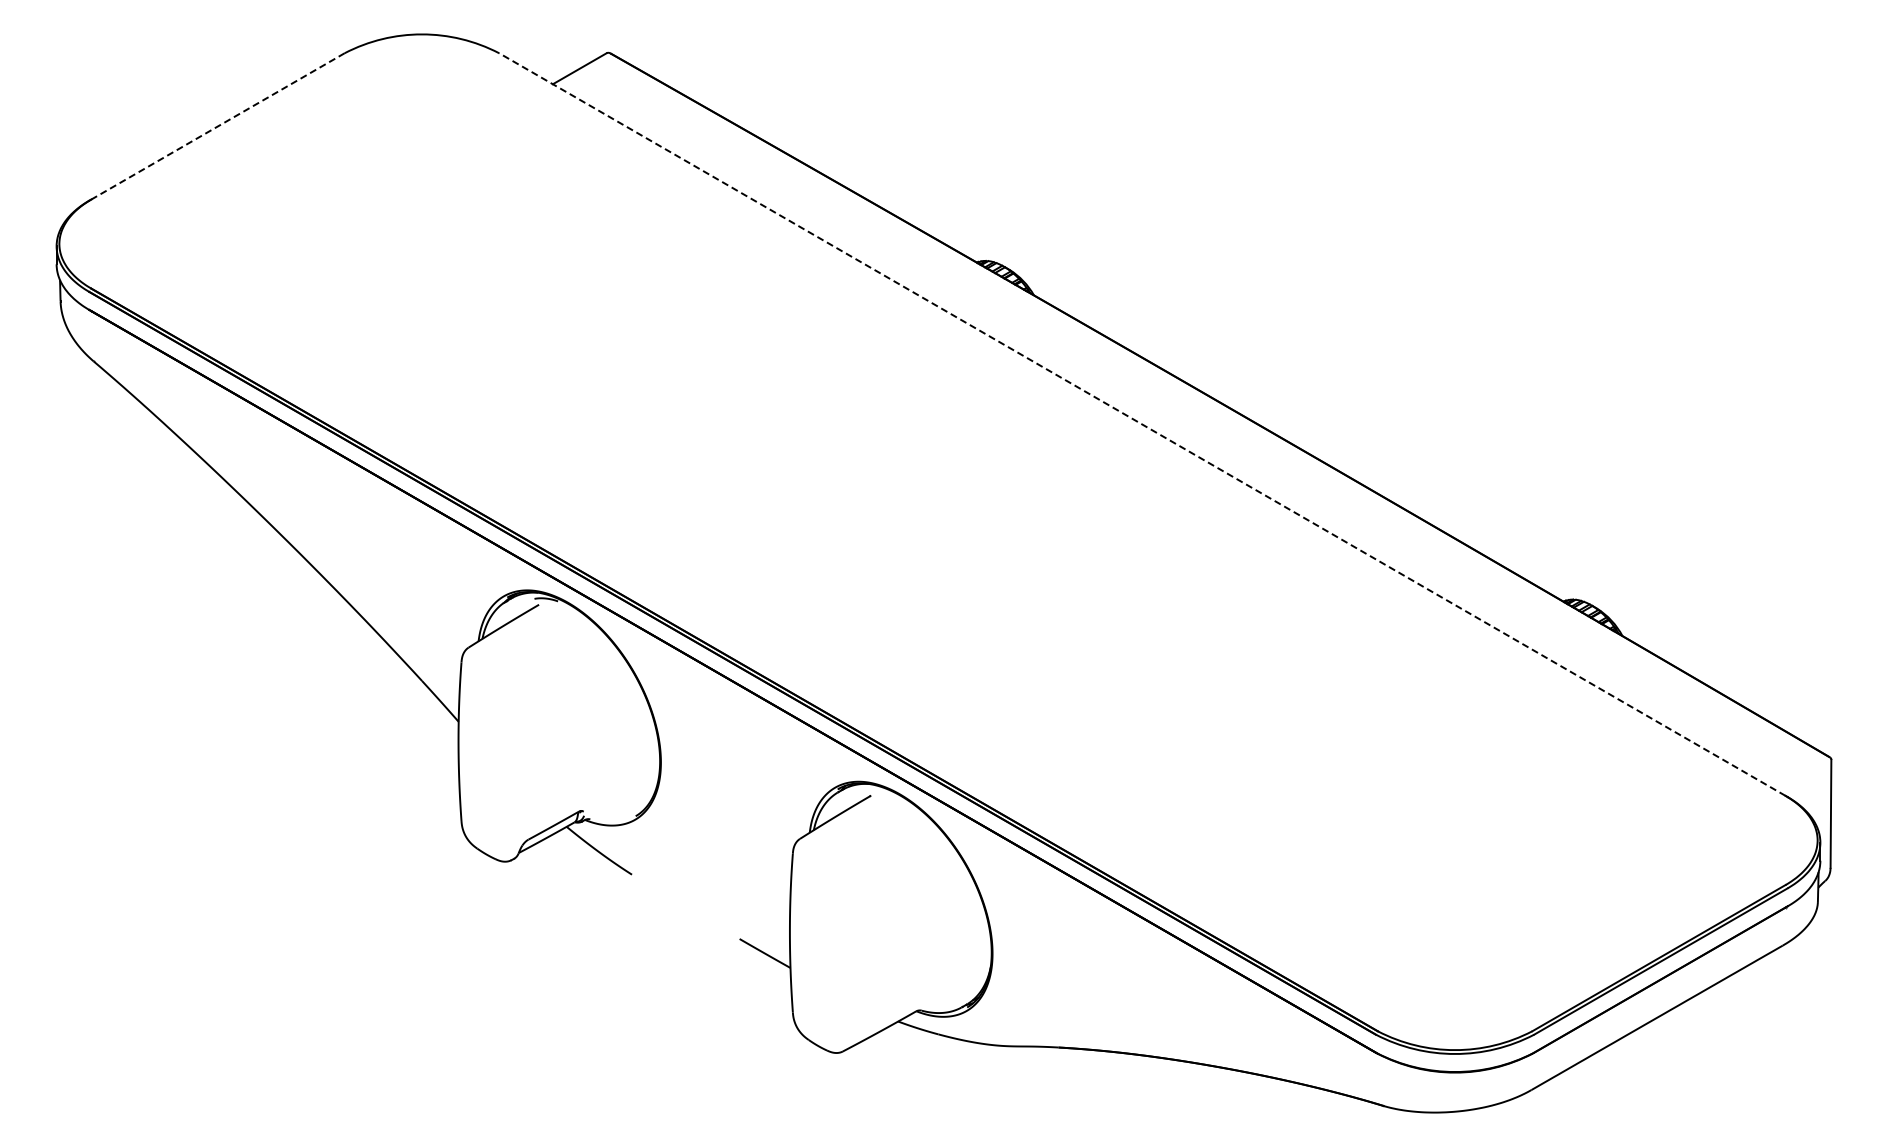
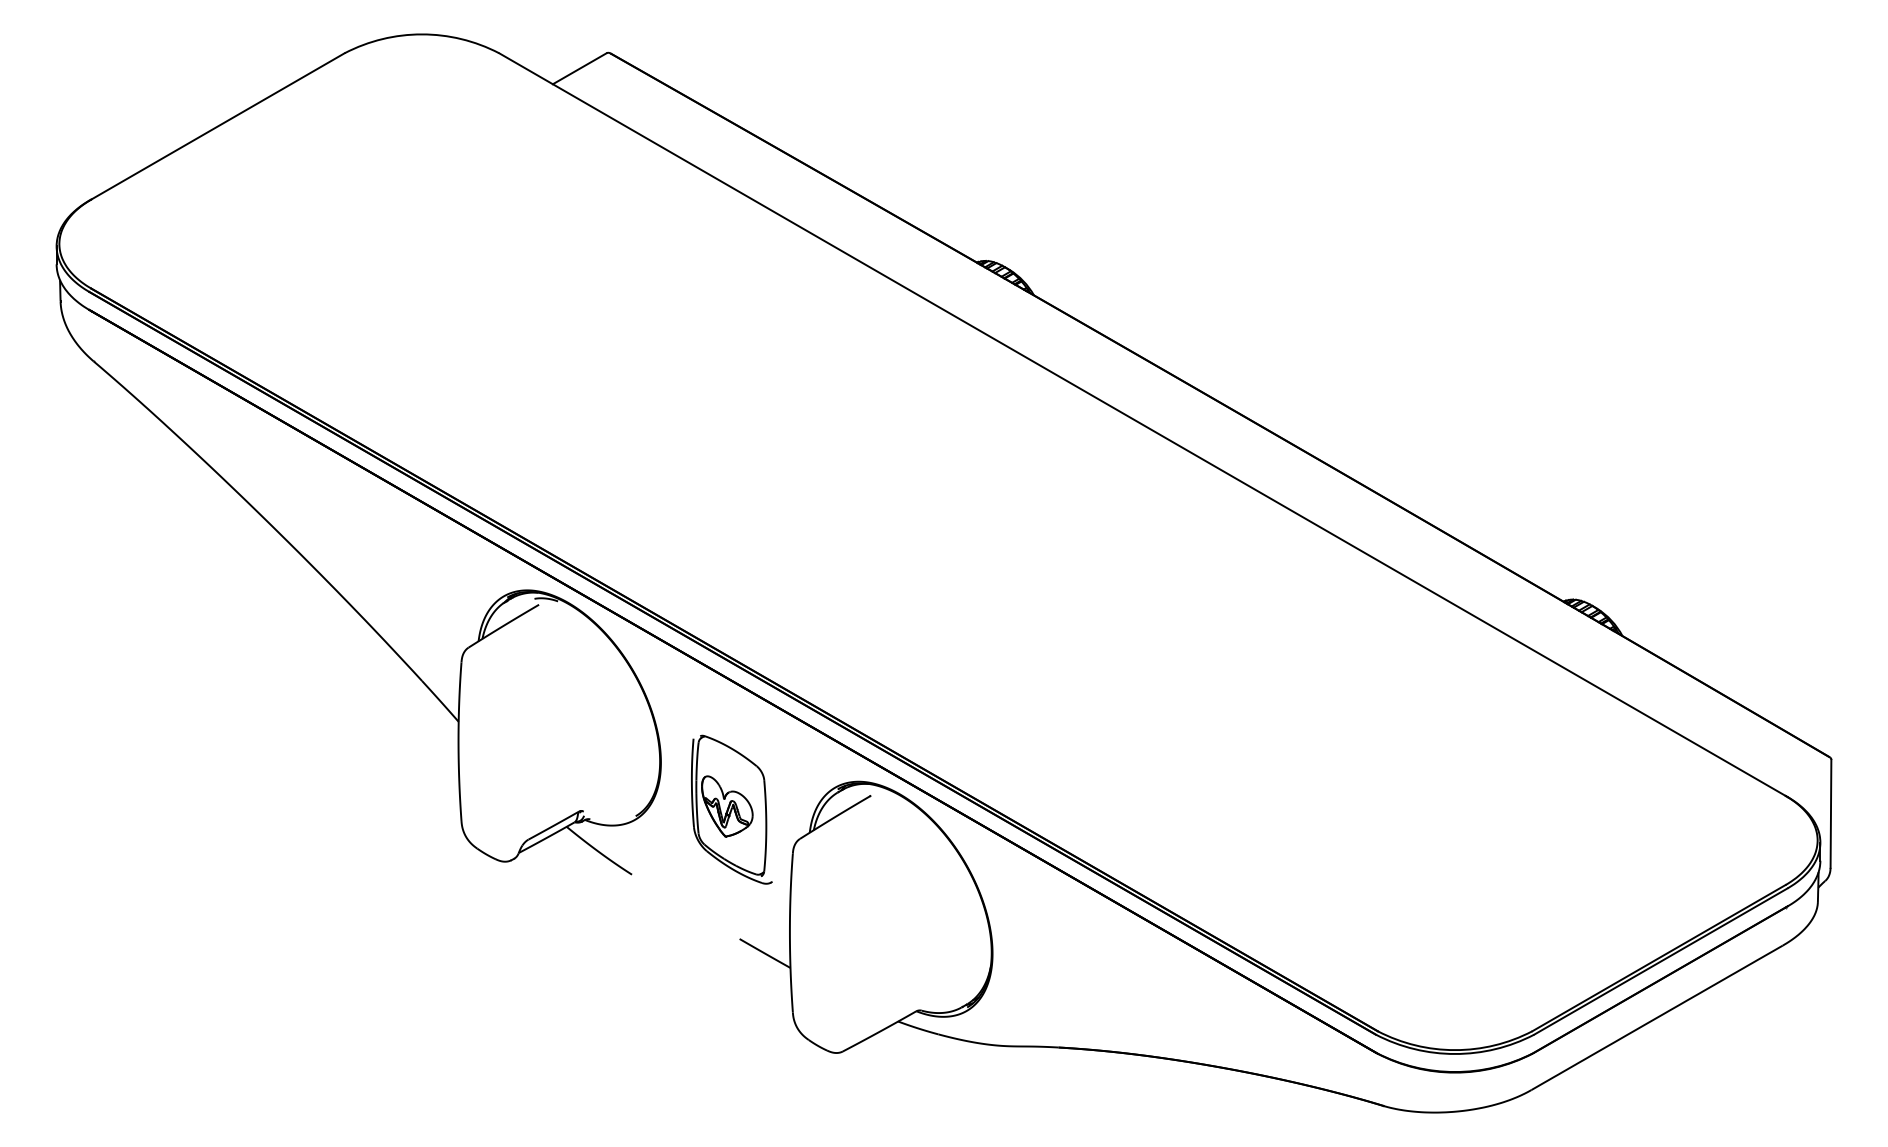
line at (217, 126): dashed -> solid
line at (1142, 424): dashed -> solid
part at (731, 809): none -> present
